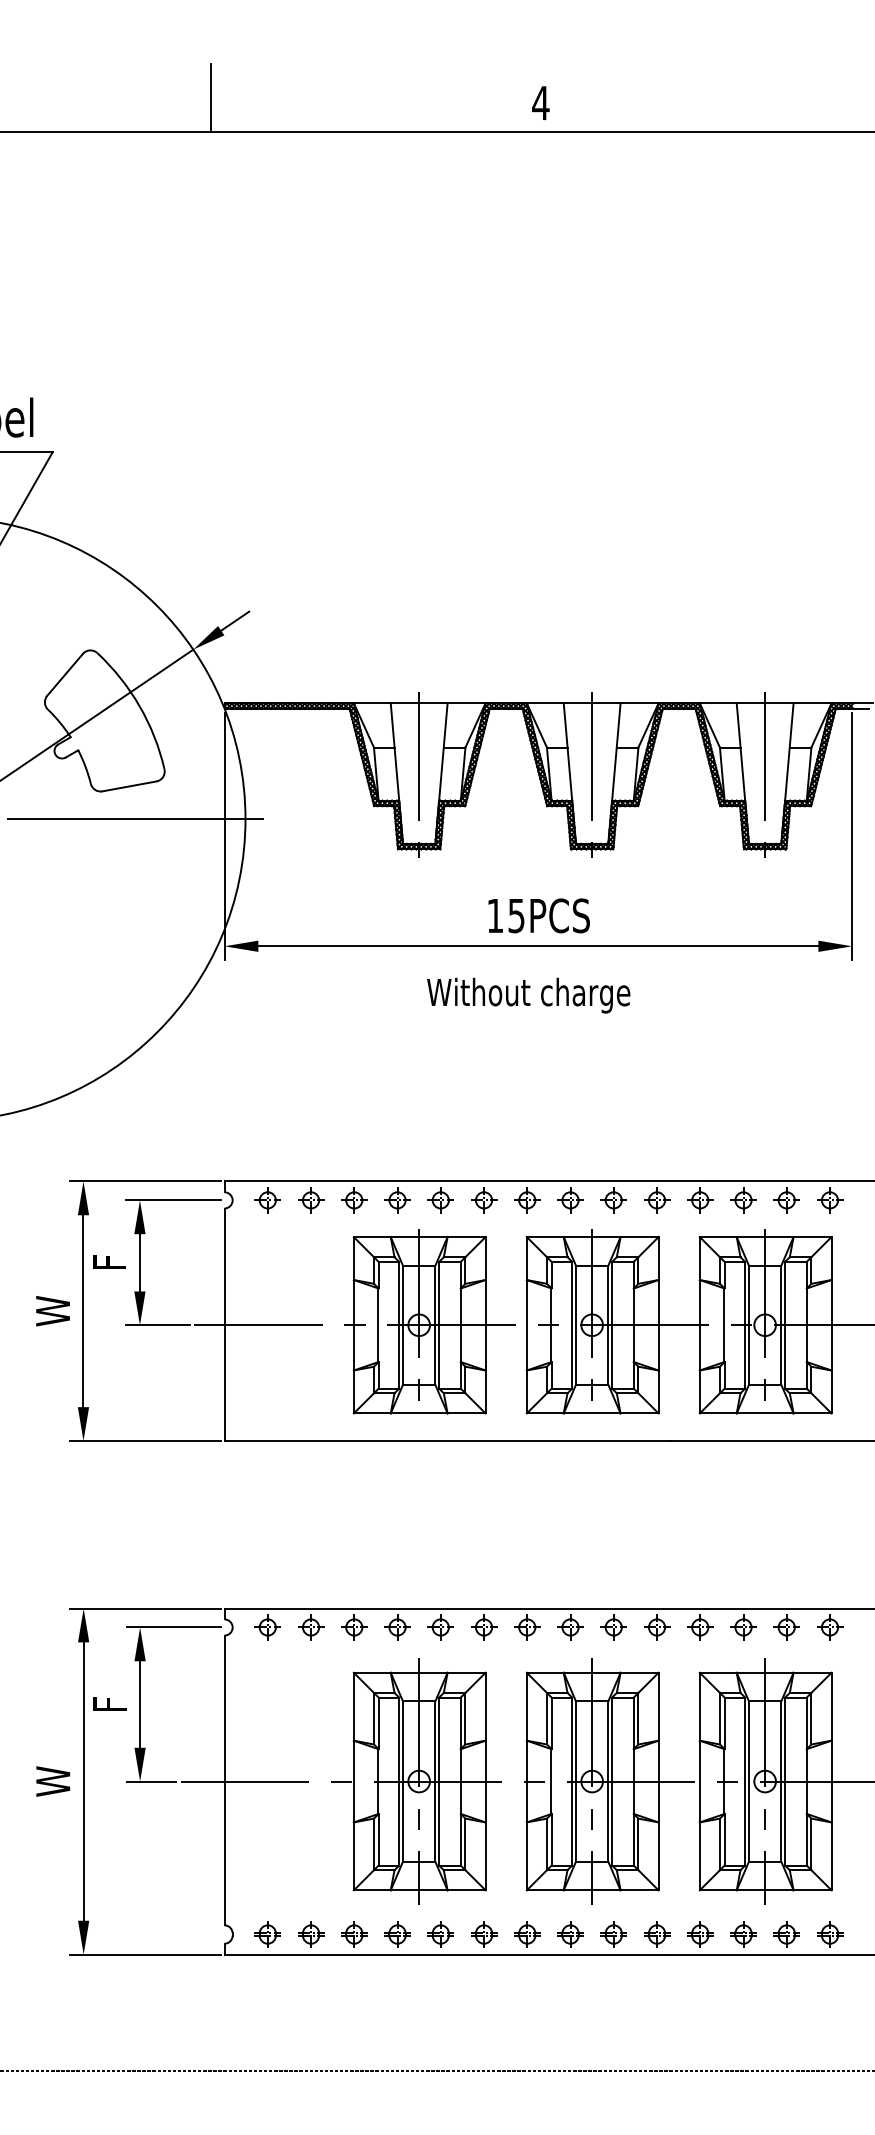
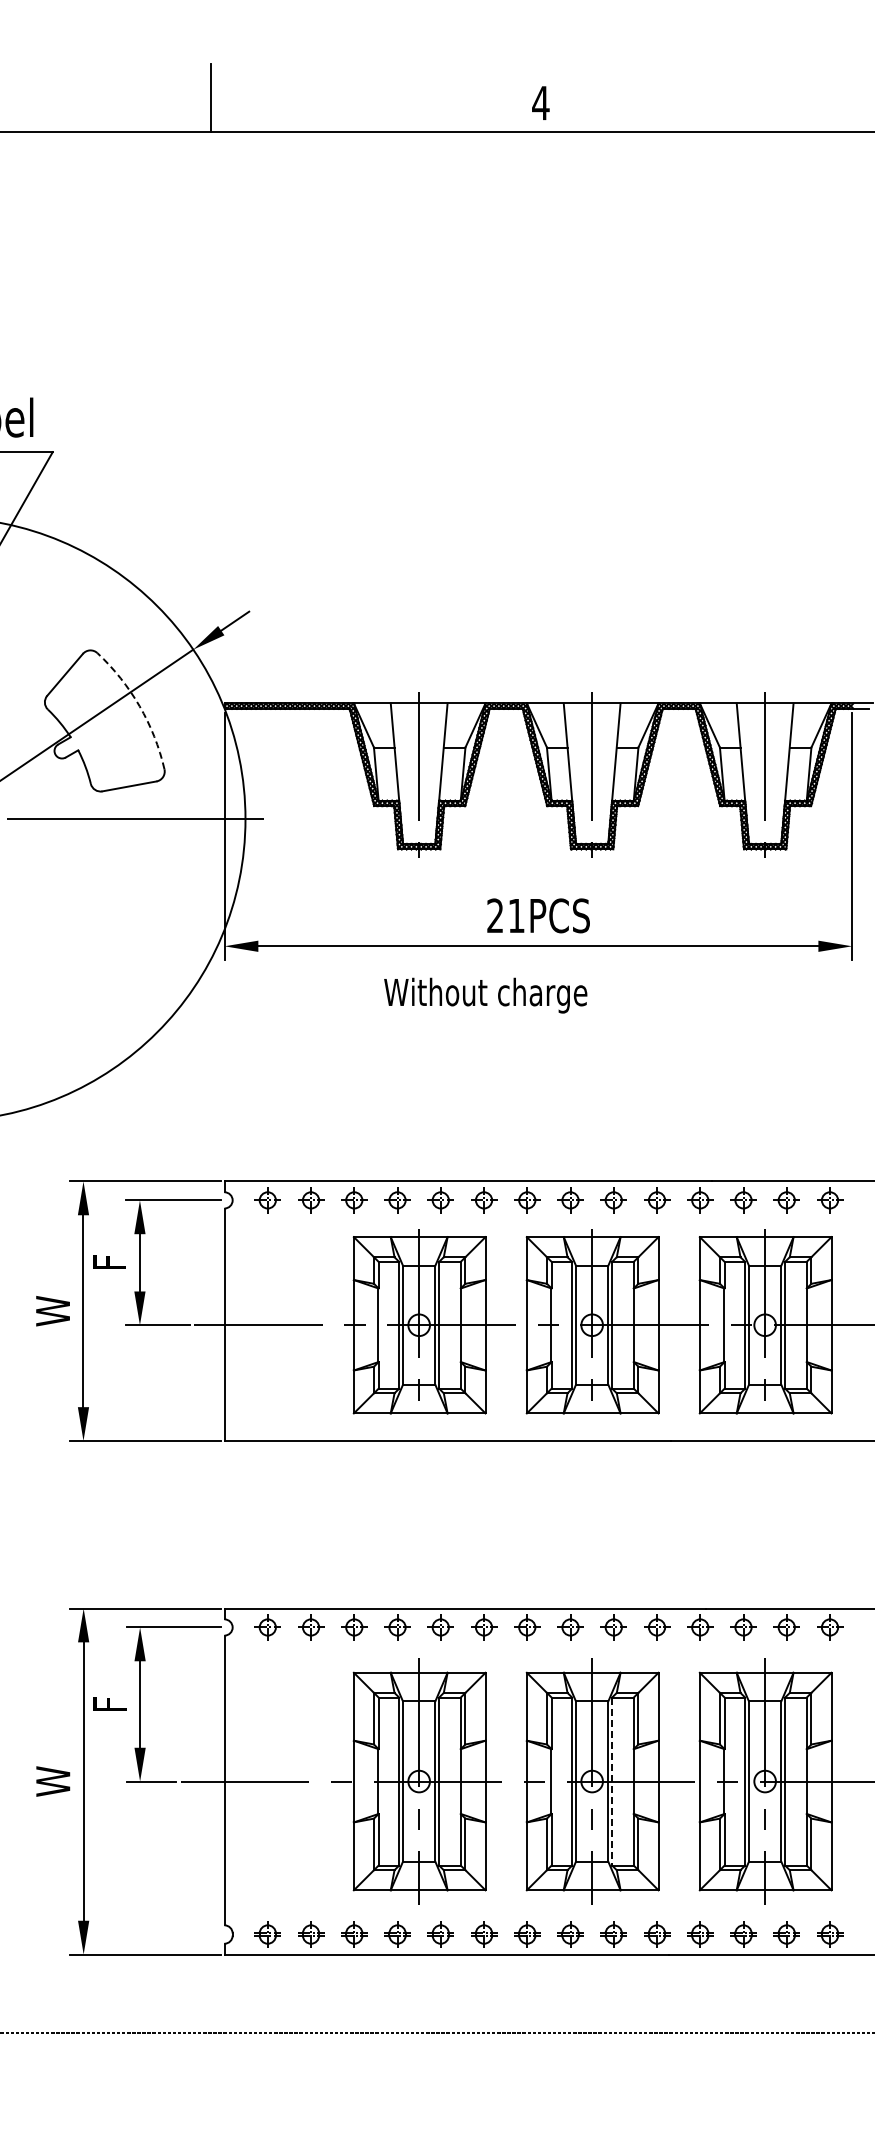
arc at (139, 706): solid -> dashed
text at (505, 915): 15PCS -> 21PCS
text at (528, 995) position: (528, 995) -> (485, 995)
line at (612, 1782): solid -> dashed
line at (436, 2070) position: (436, 2070) -> (436, 2032)
